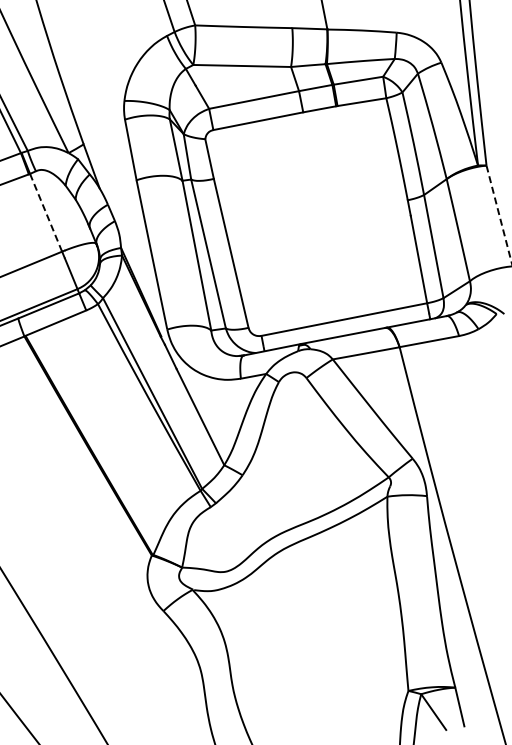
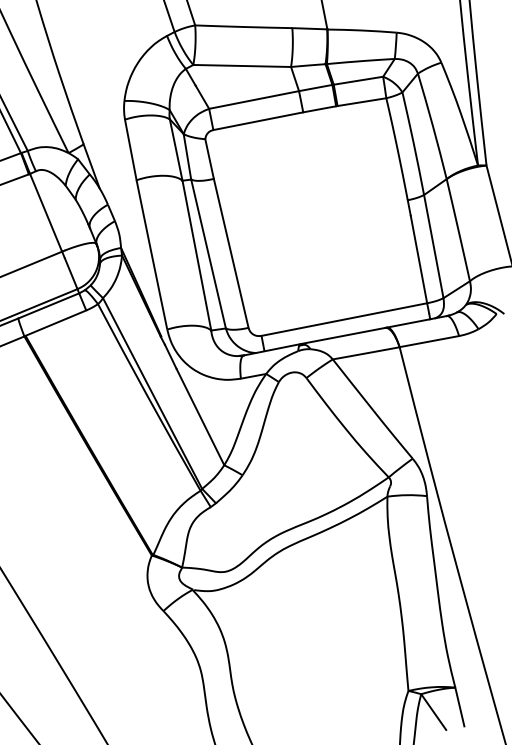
line at (46, 213): dashed -> solid
line at (499, 214): dashed -> solid
